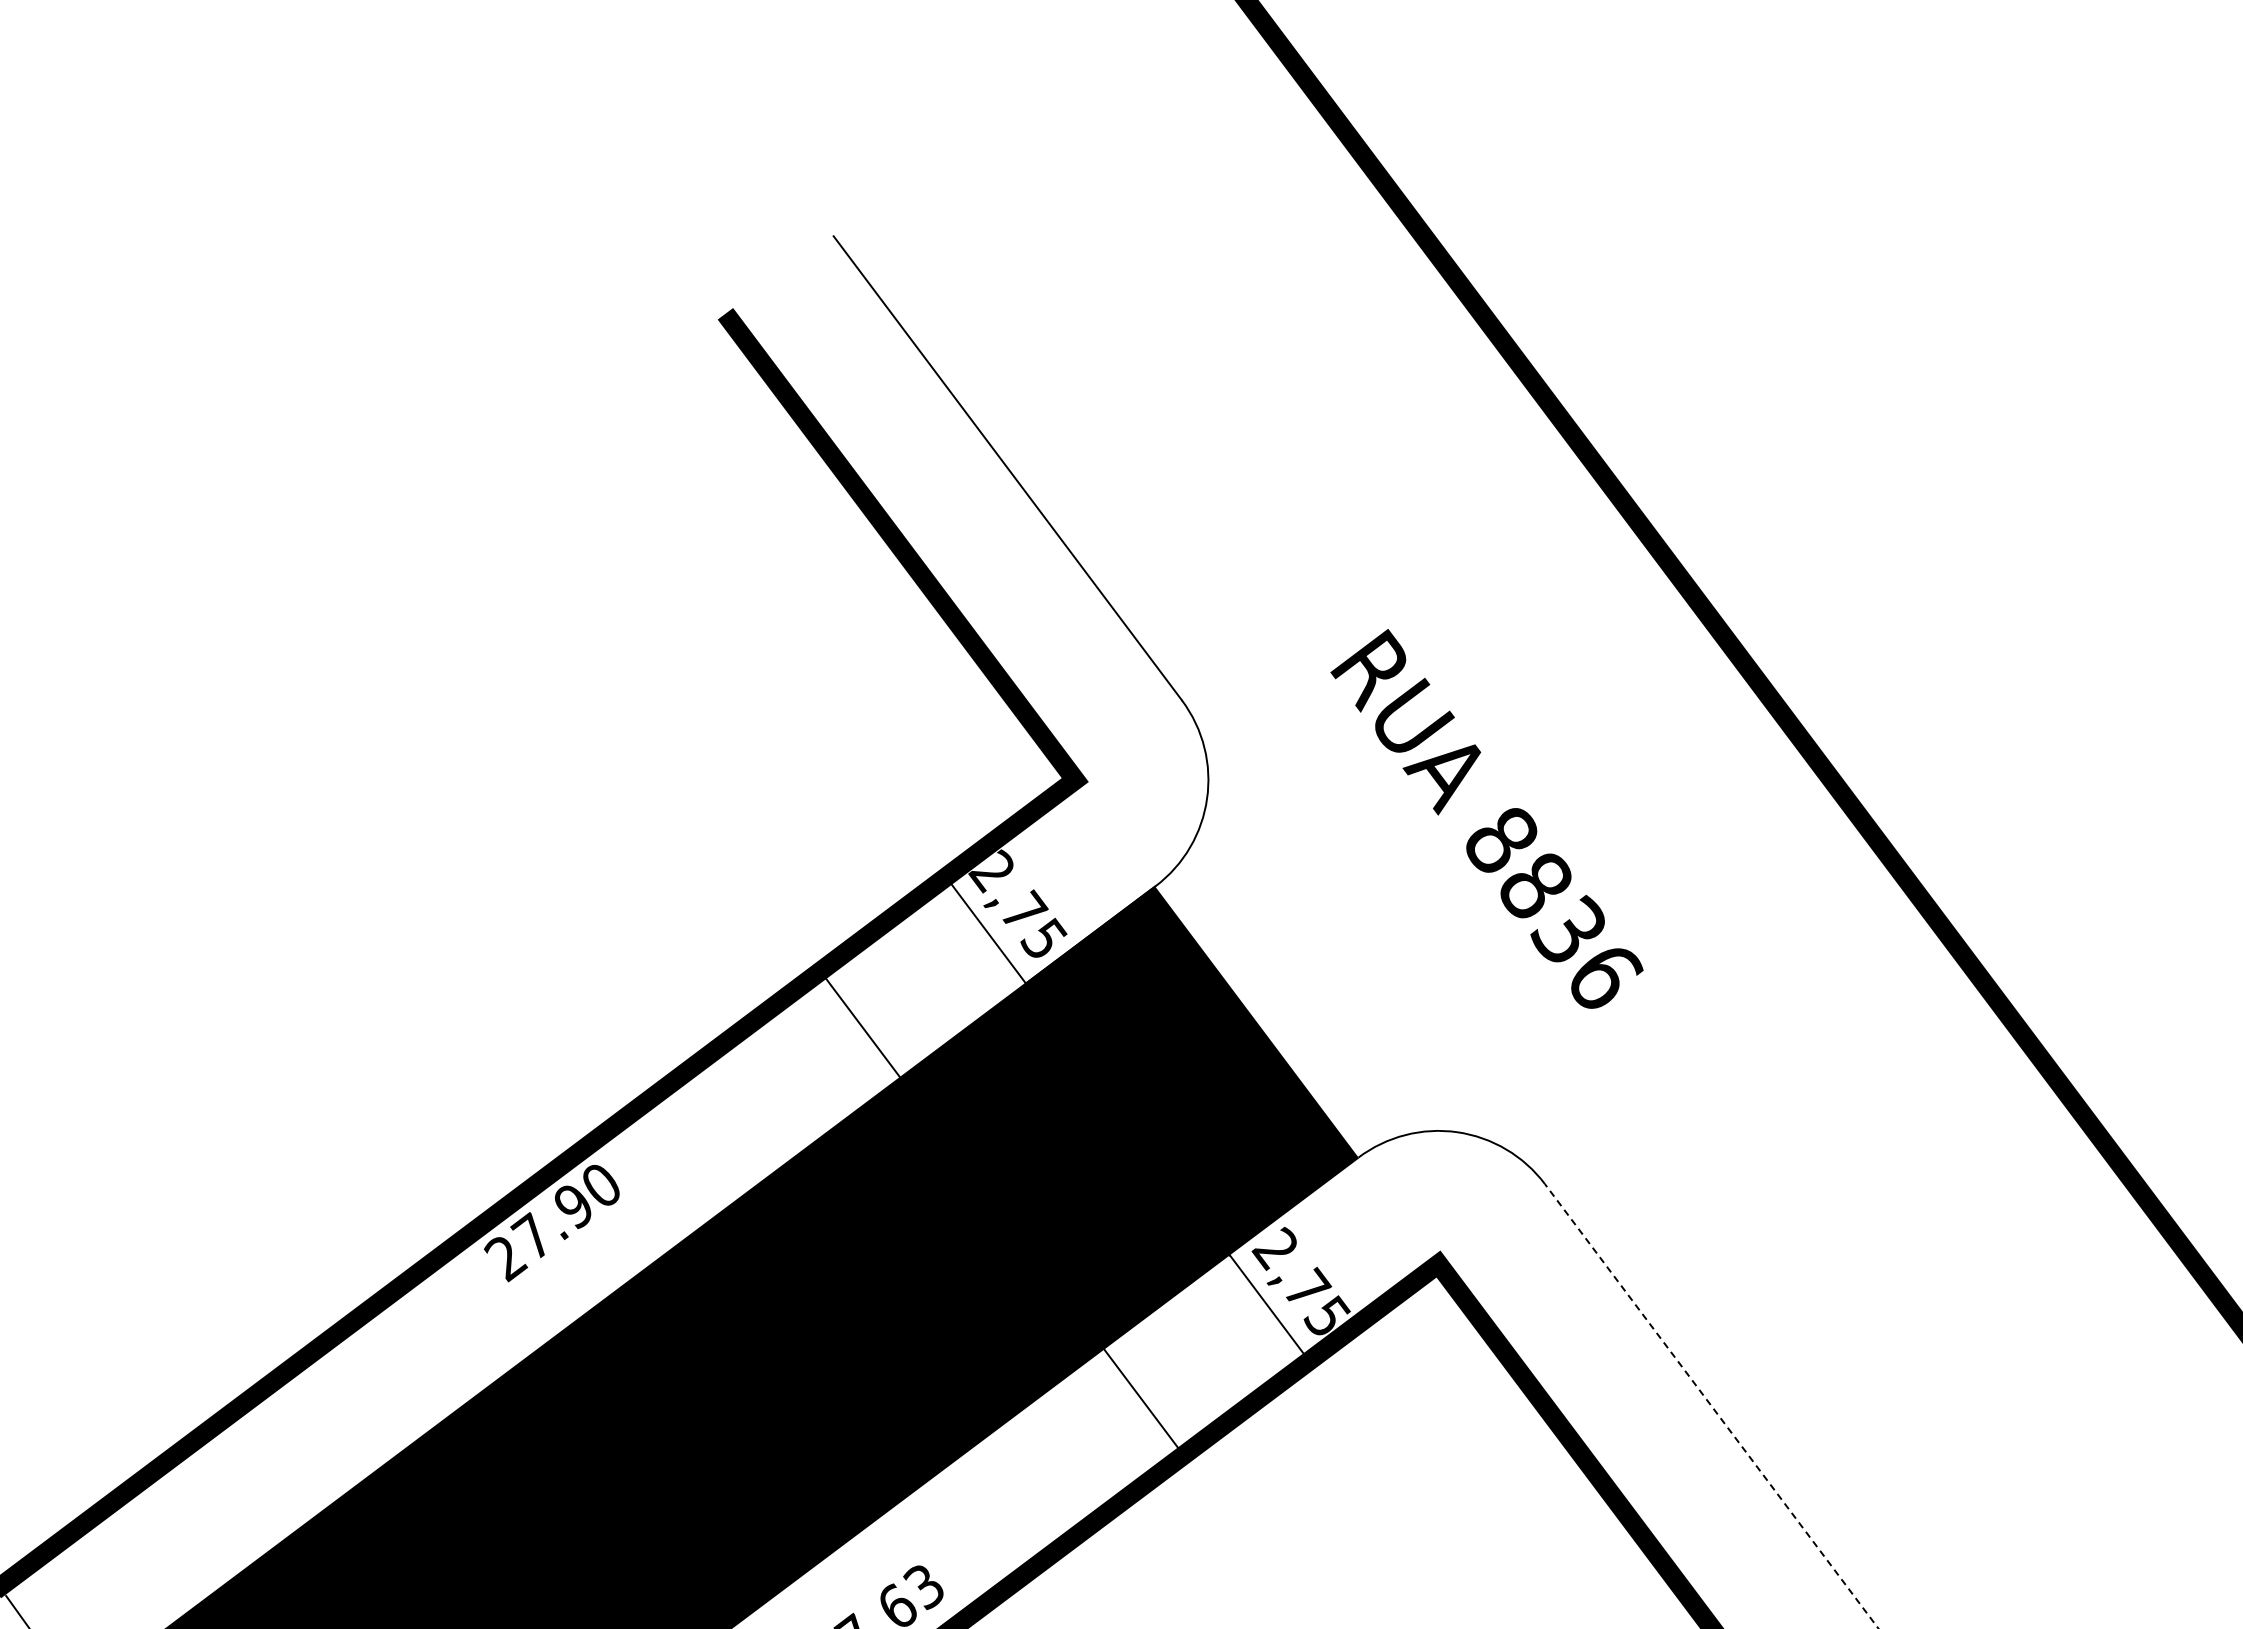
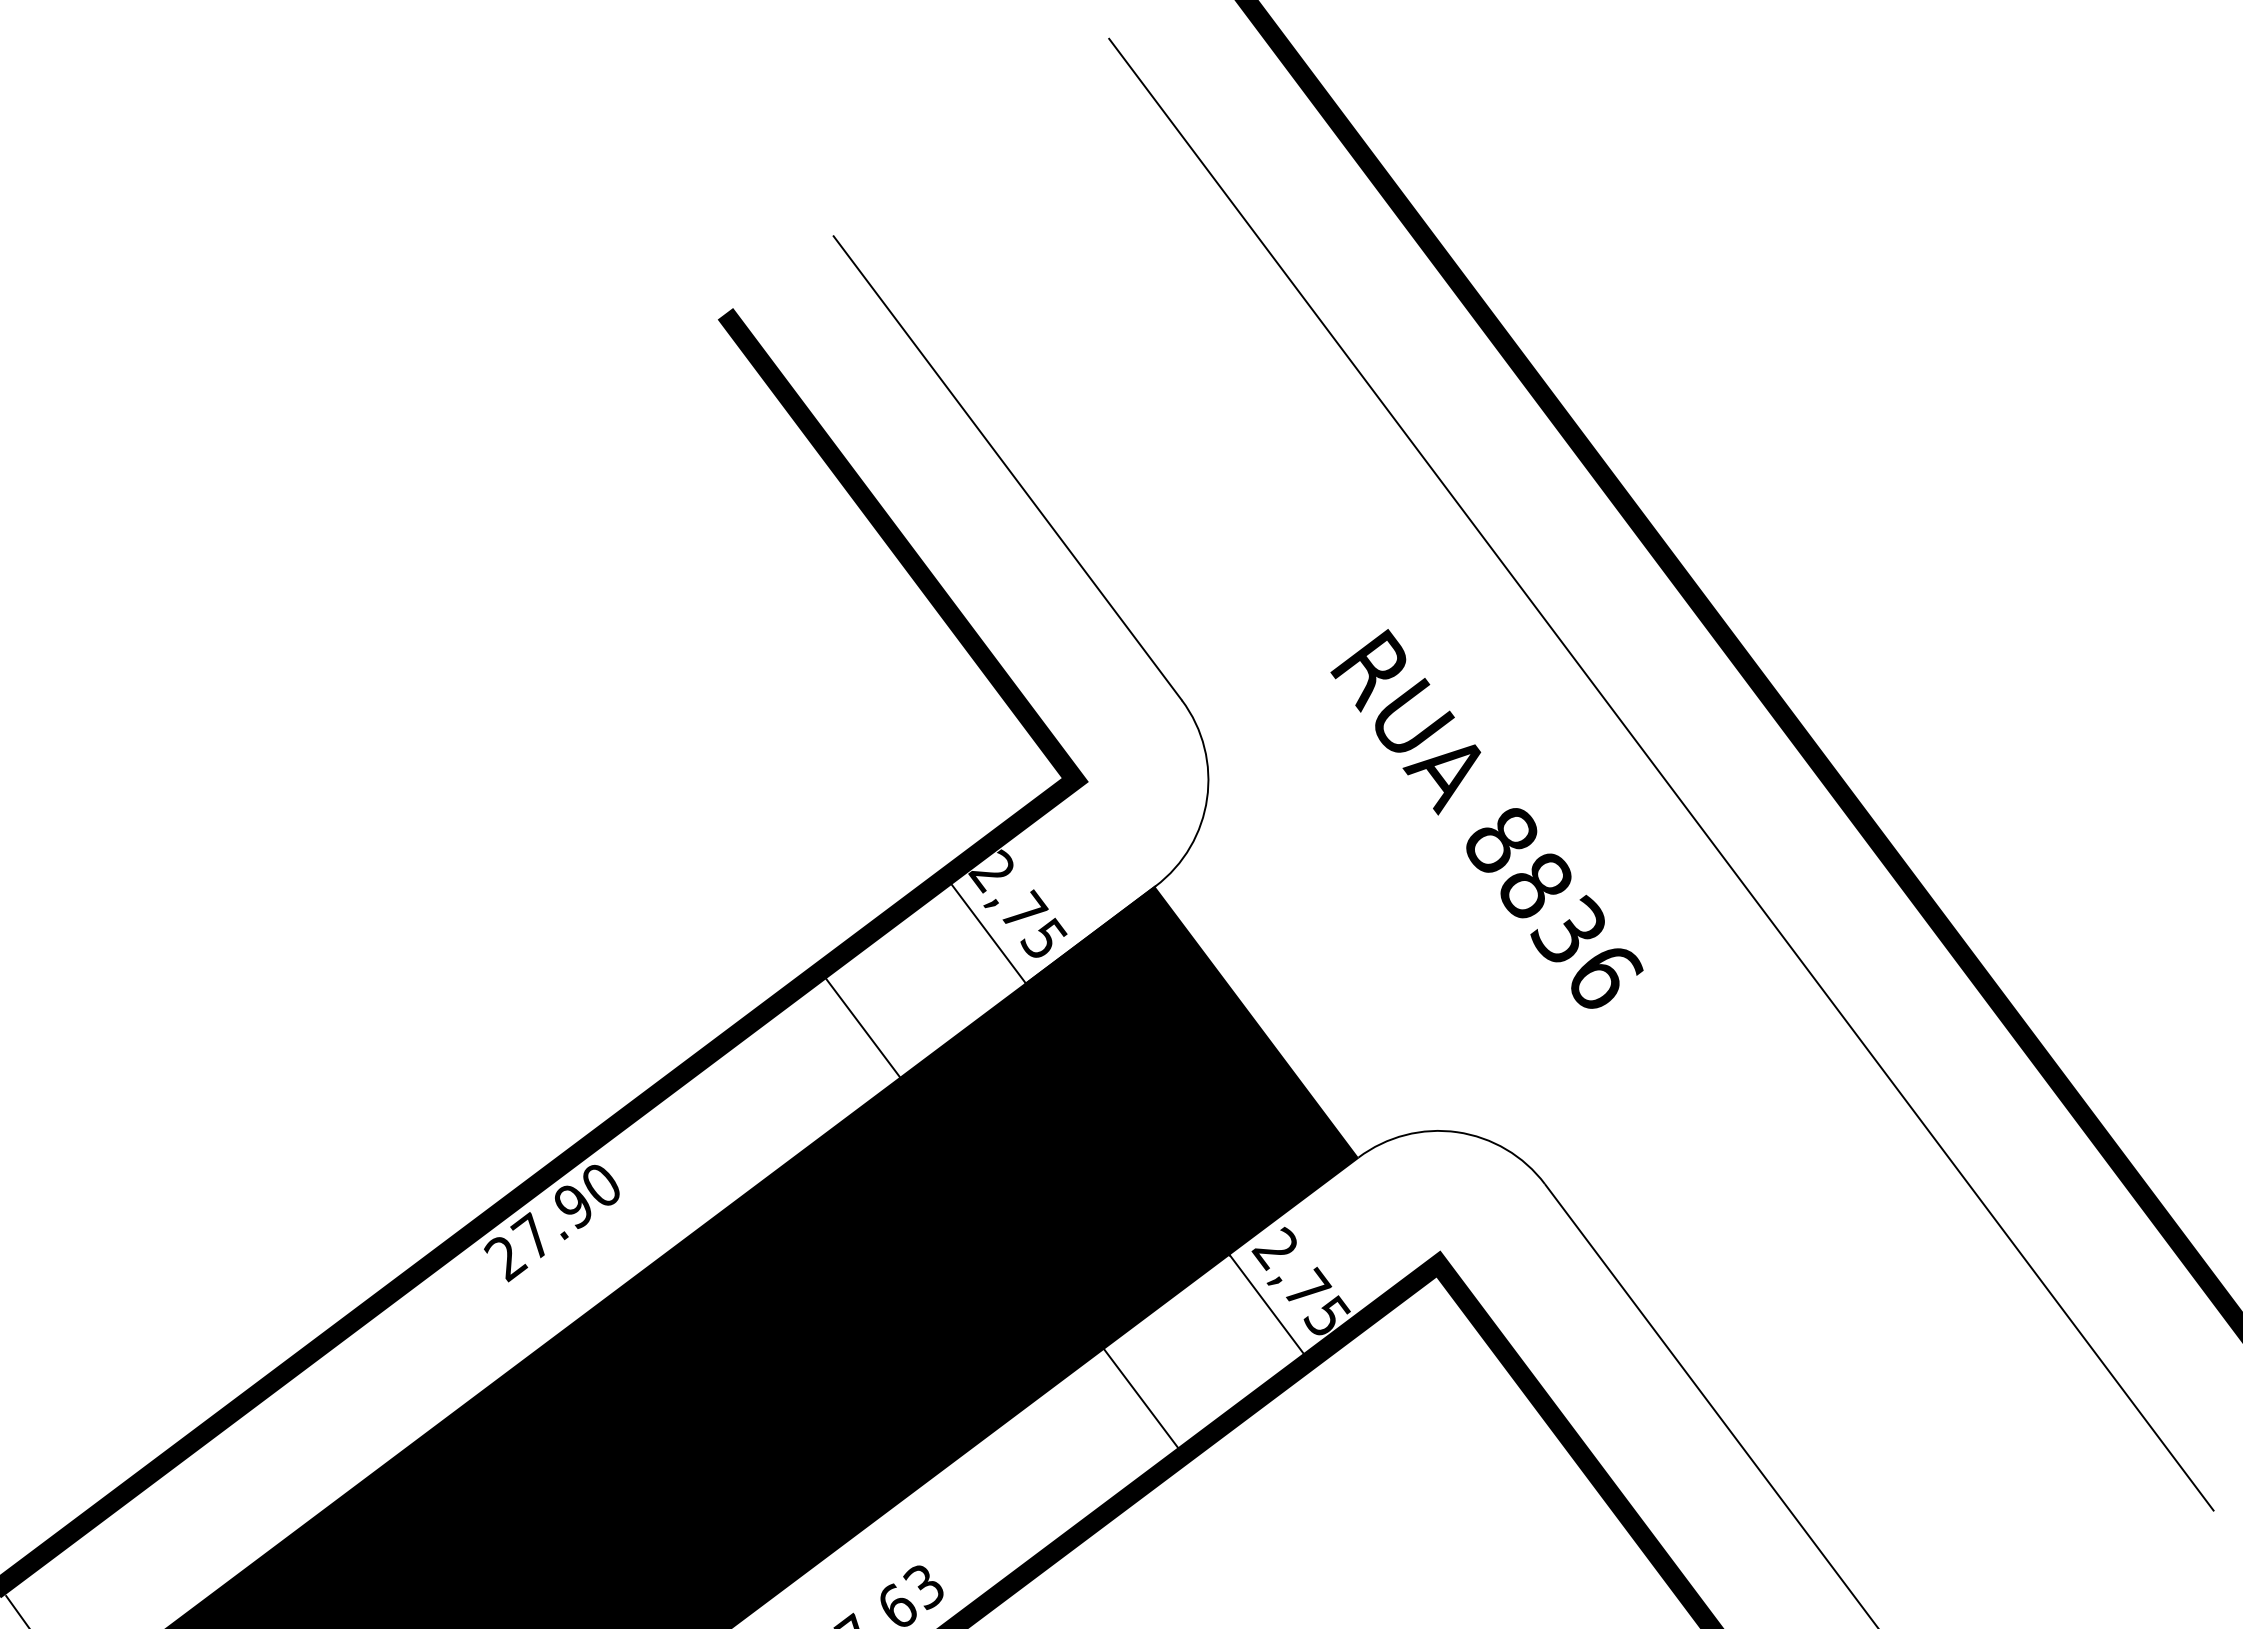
line at (1661, 774): none -> present
line at (1711, 1406): dashed -> solid
